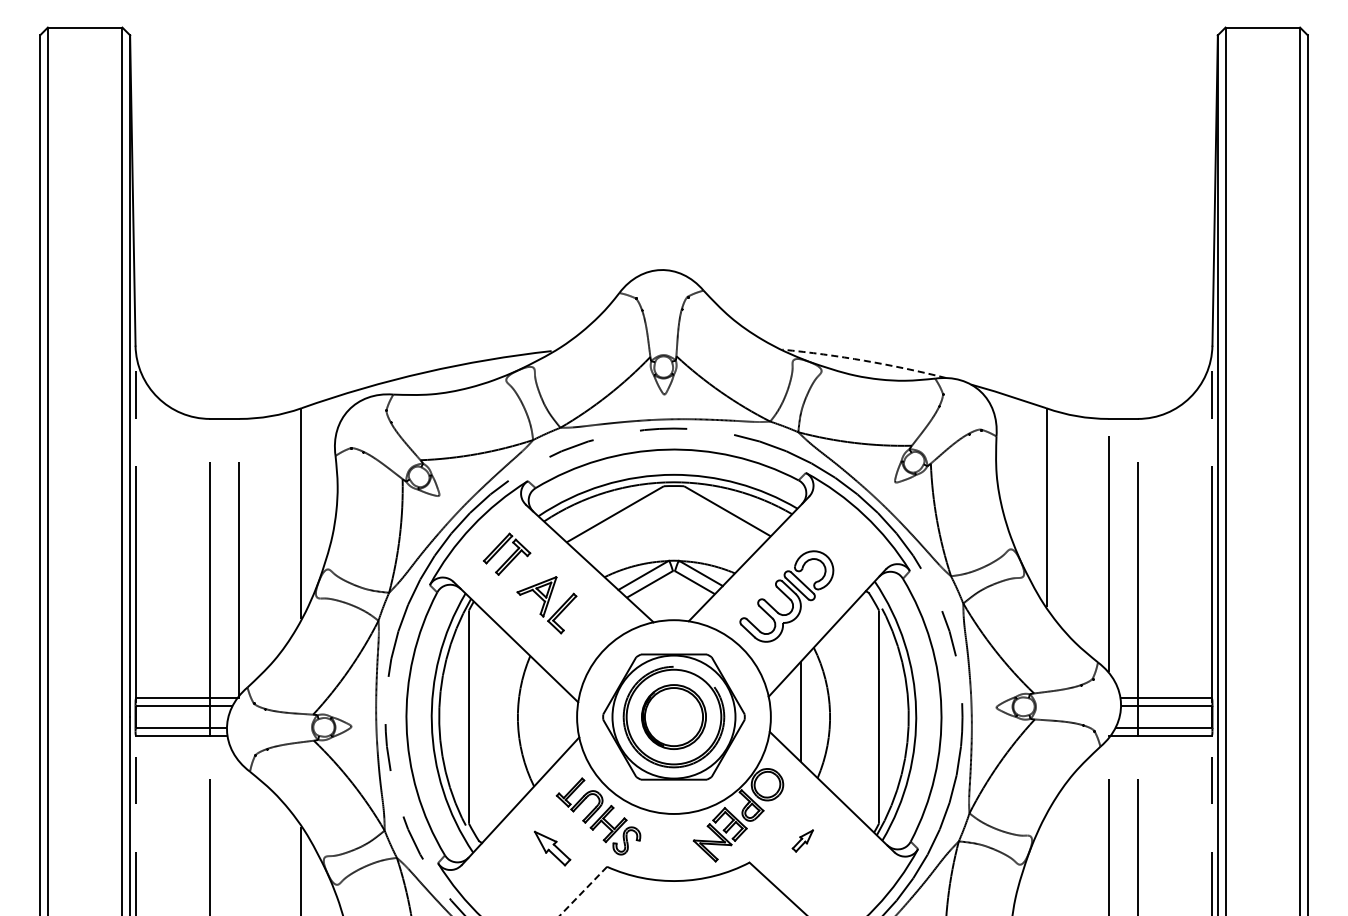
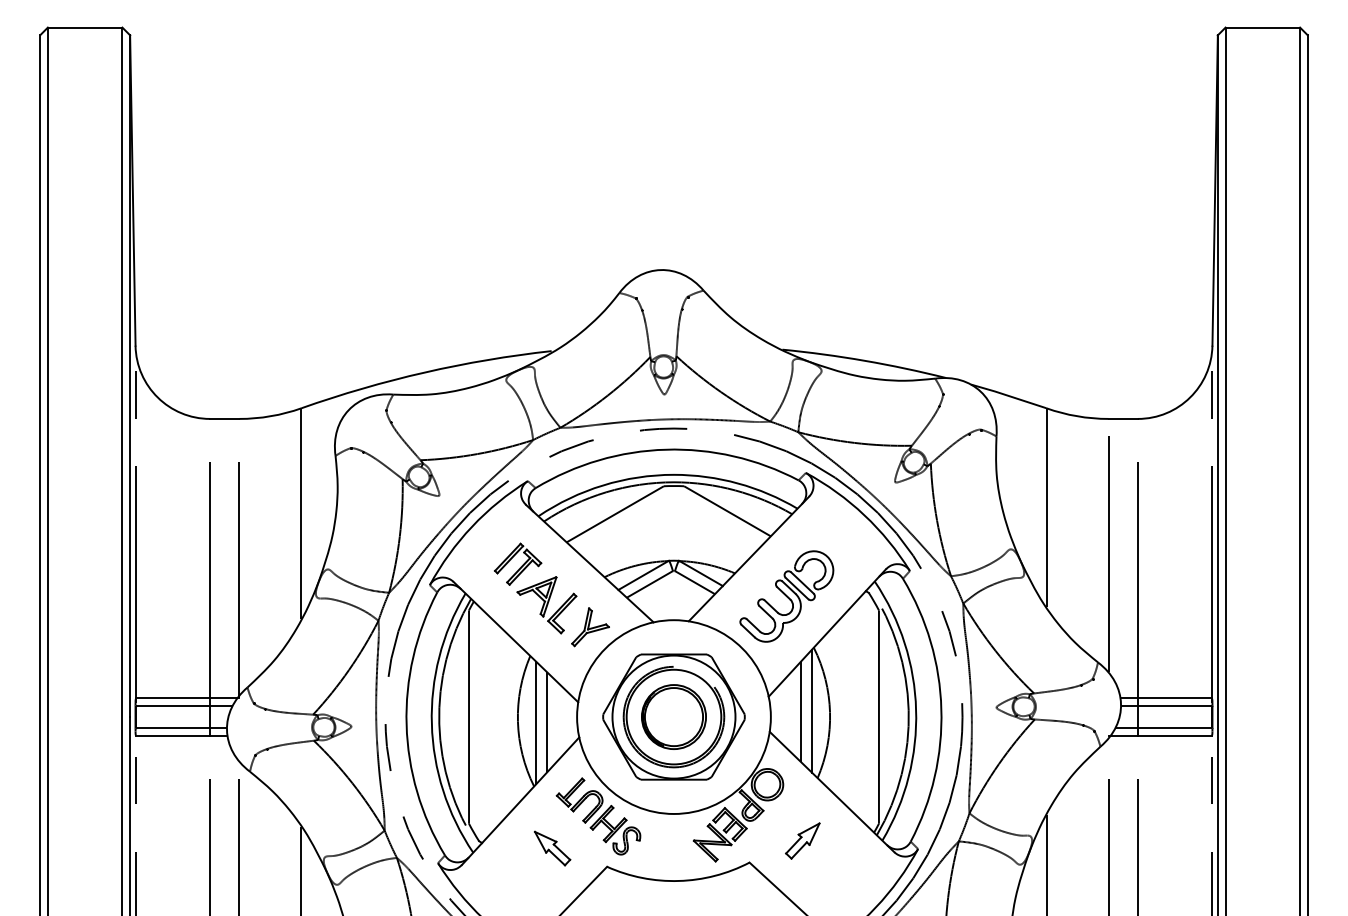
arc at (864, 360): dashed -> solid
part at (507, 553) position: (507, 553) -> (518, 563)
part at (590, 627): none -> present
line at (811, 710): none -> present
line at (536, 722): none -> present
line at (547, 722): none -> present
line at (239, 836): none -> present
part at (802, 840) size: 23x24 px -> 36x38 px
line at (1046, 863): none -> present
line at (583, 891): dashed -> solid
